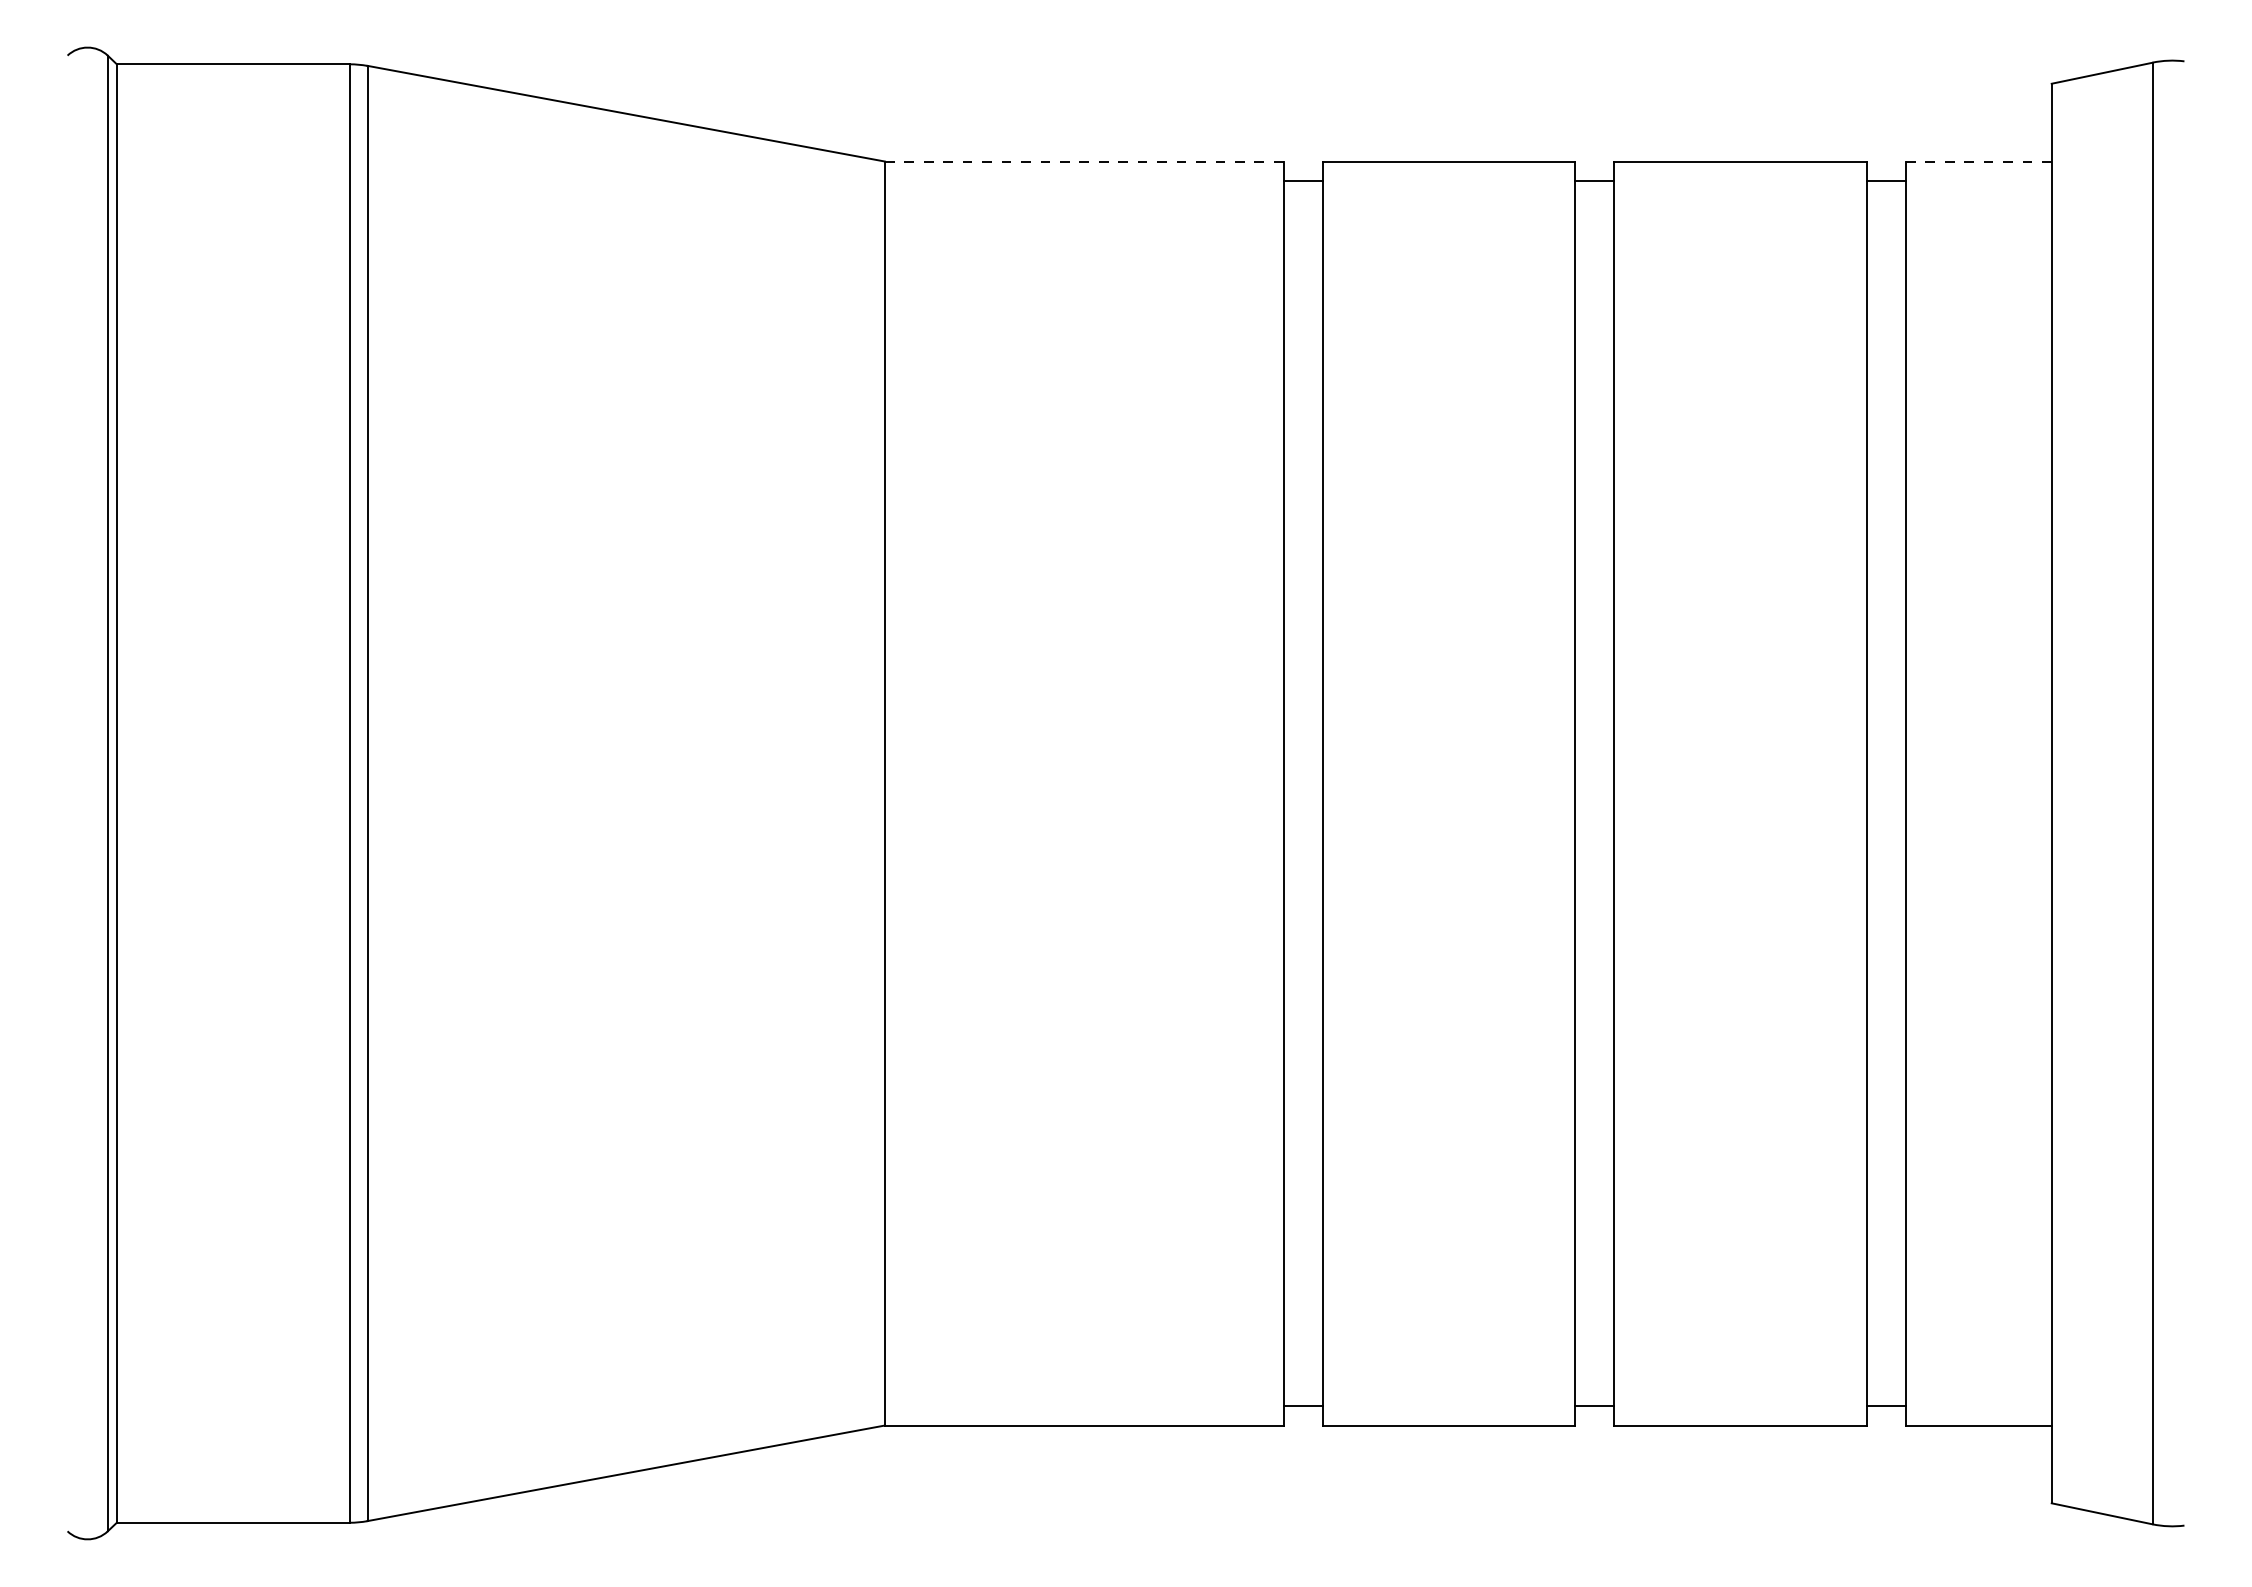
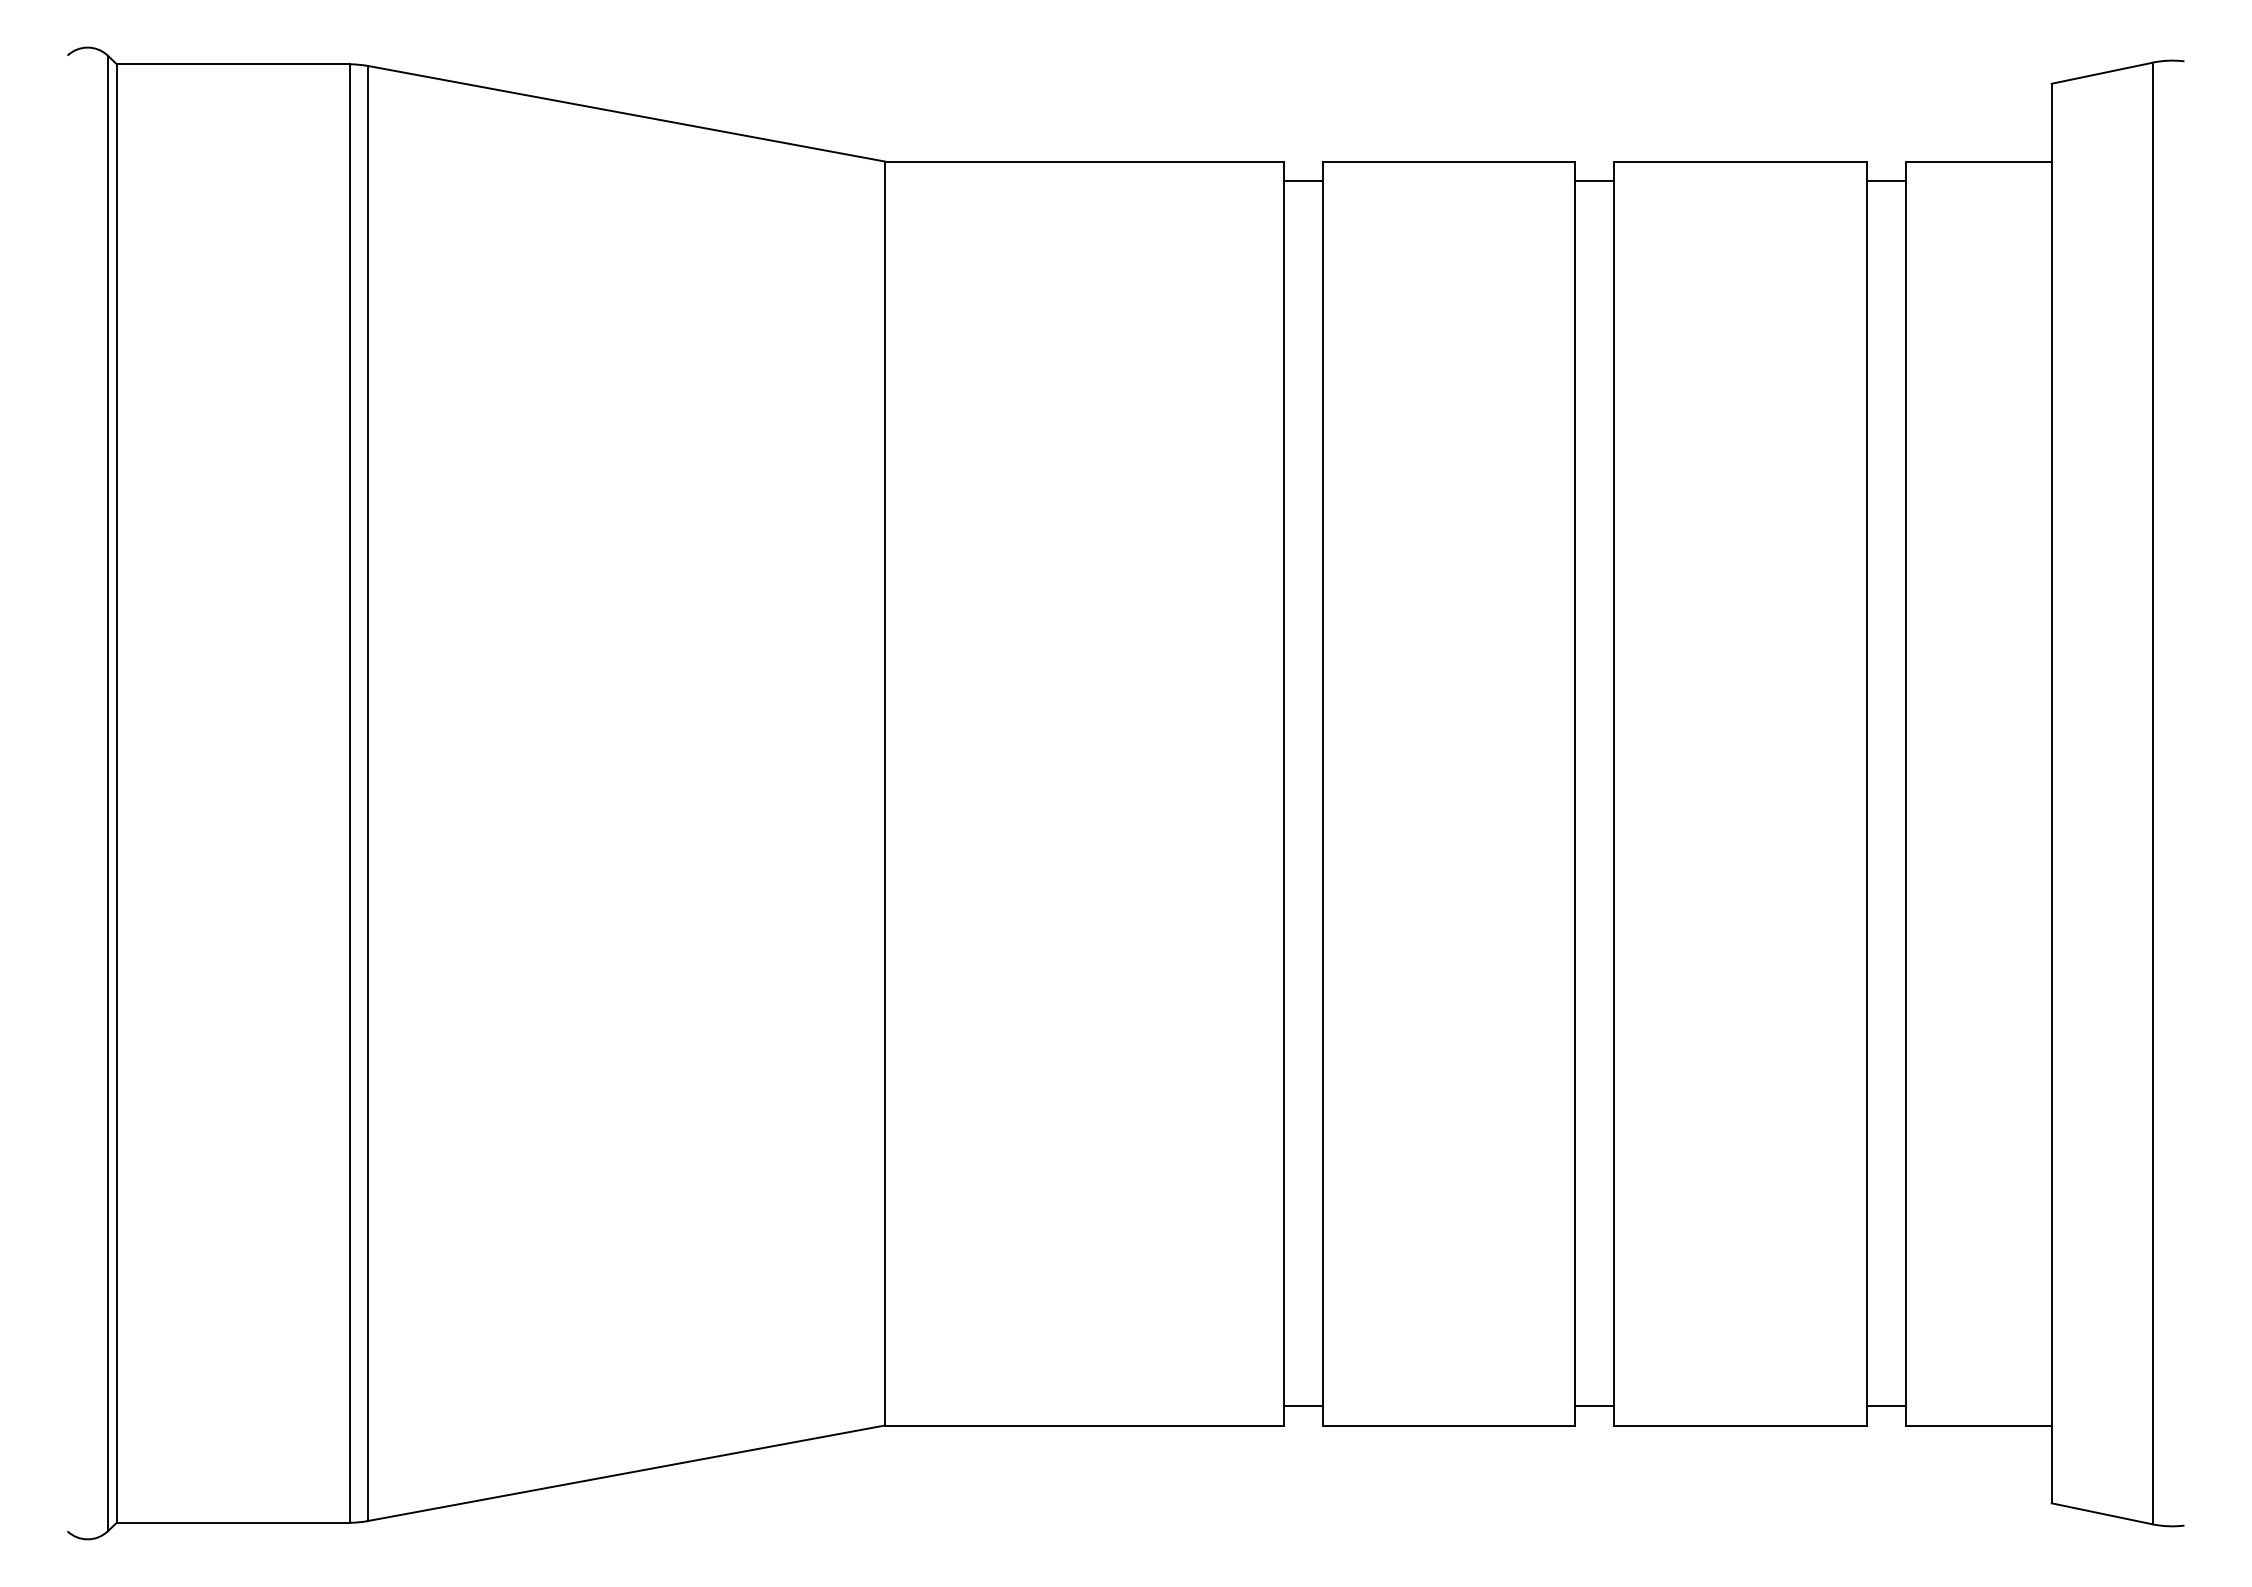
line at (1084, 161): dashed -> solid
line at (1978, 161): dashed -> solid
